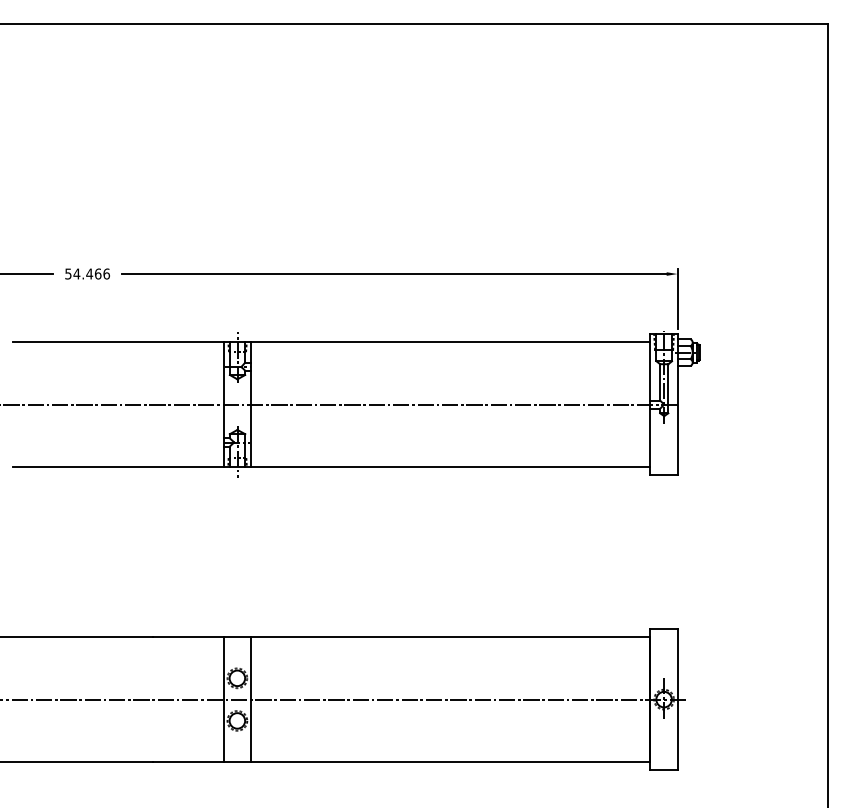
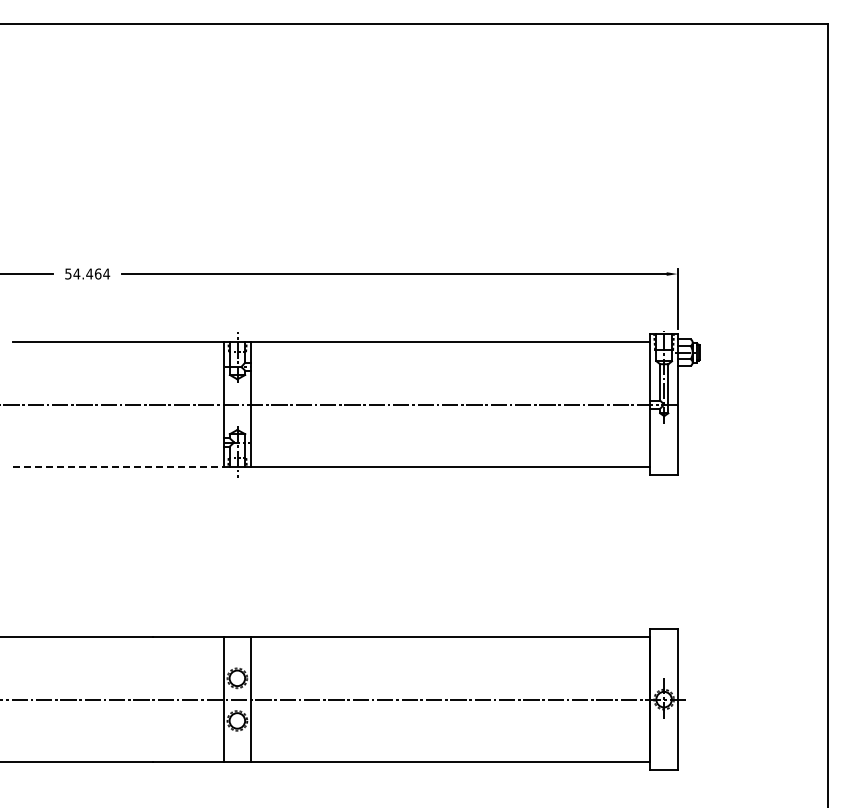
text at (106, 273): 54.466 -> 54.464
line at (119, 466): solid -> dashed
